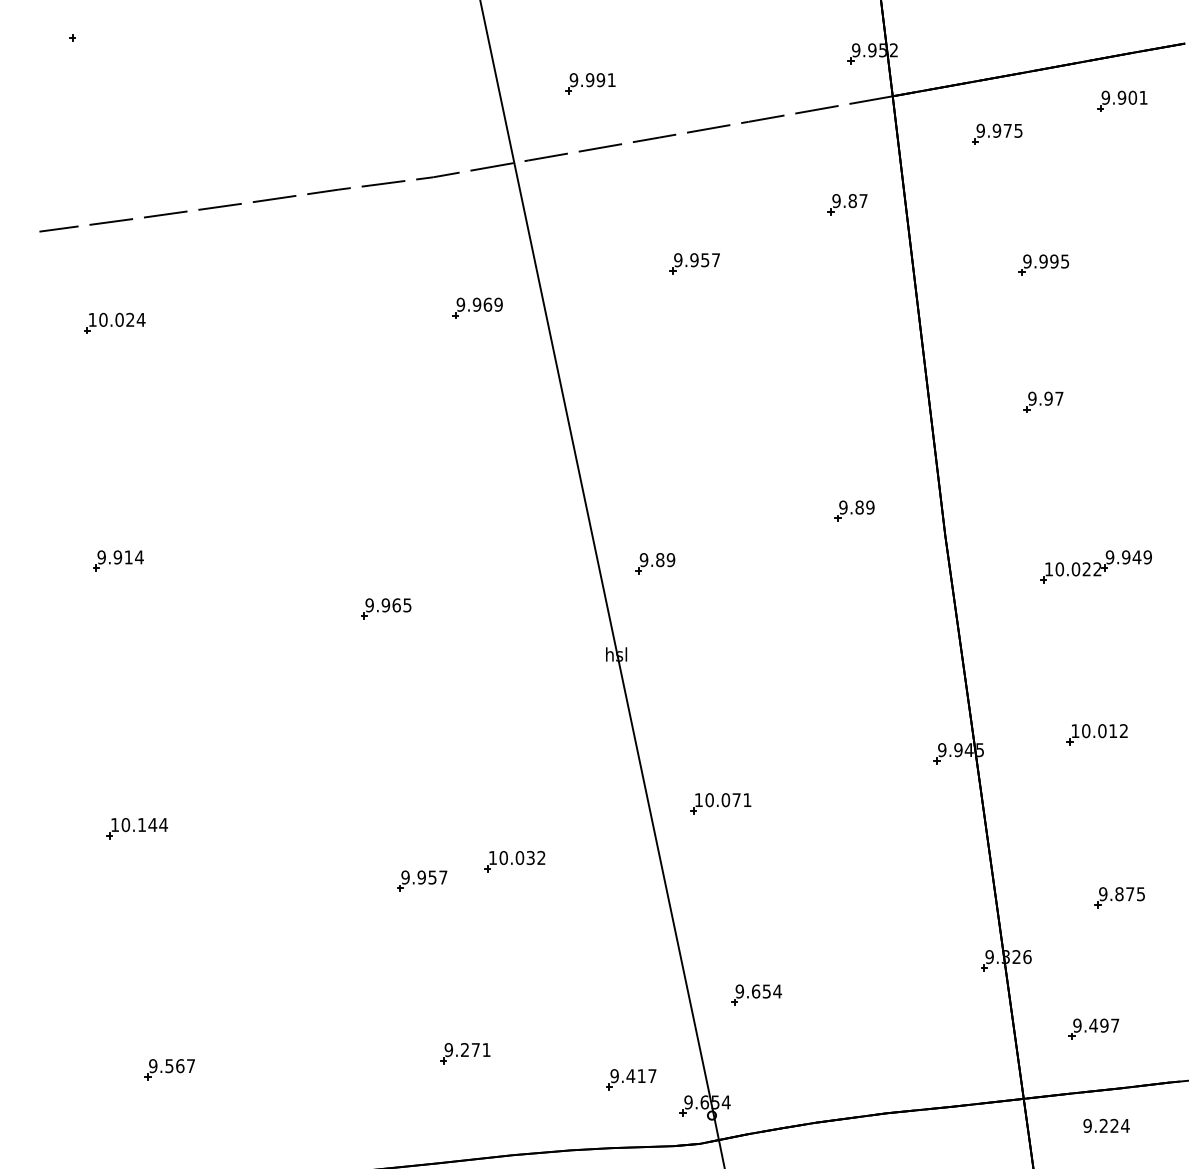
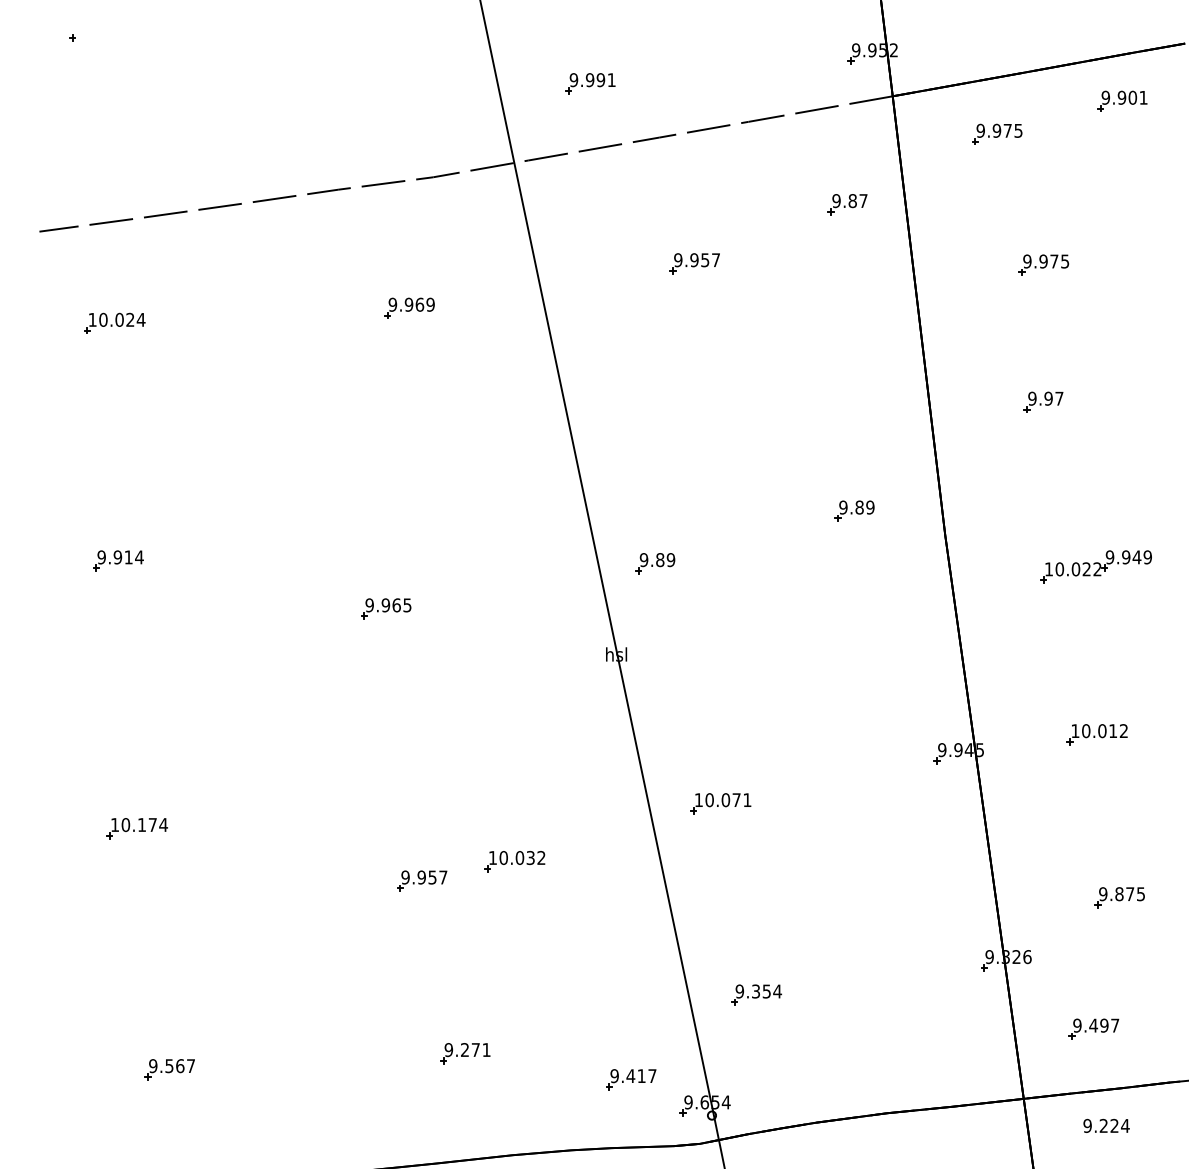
text at (1054, 261): 9.995 -> 9.975
part at (477, 307) position: (477, 307) -> (409, 307)
text at (152, 824): 10.144 -> 10.174
text at (755, 991): 9.654 -> 9.354
